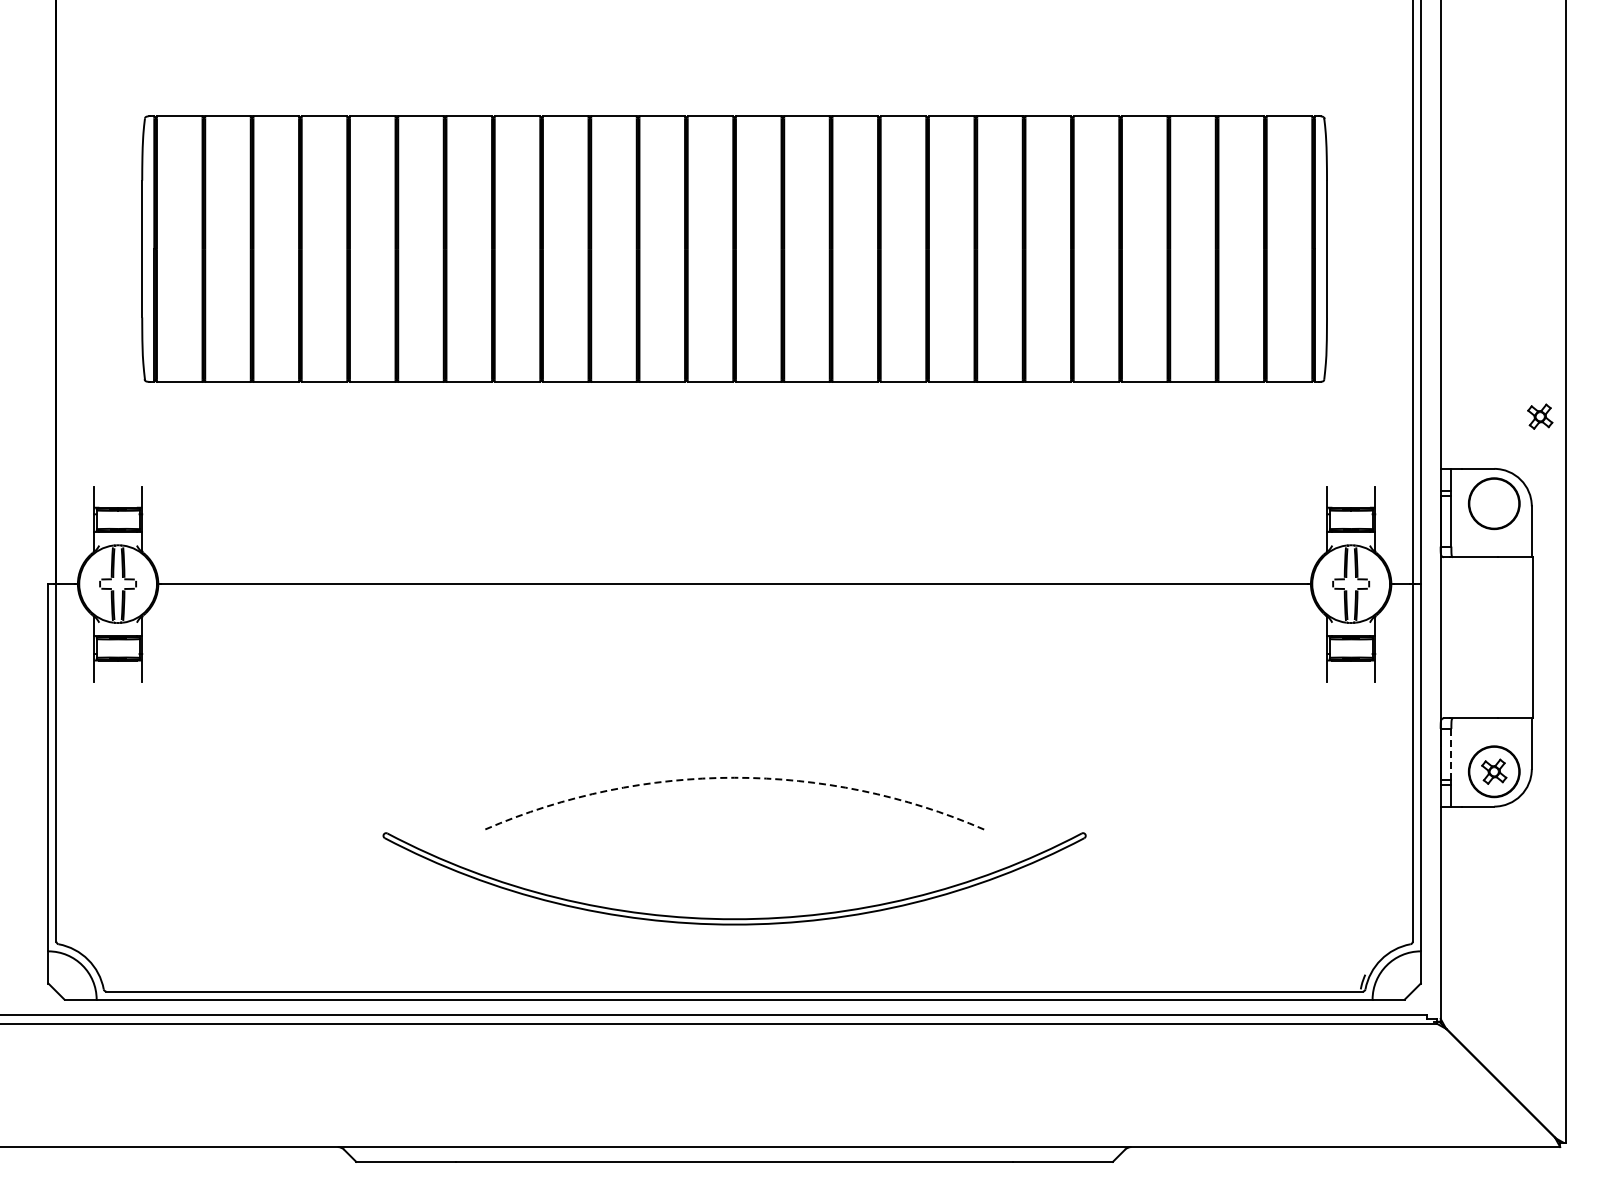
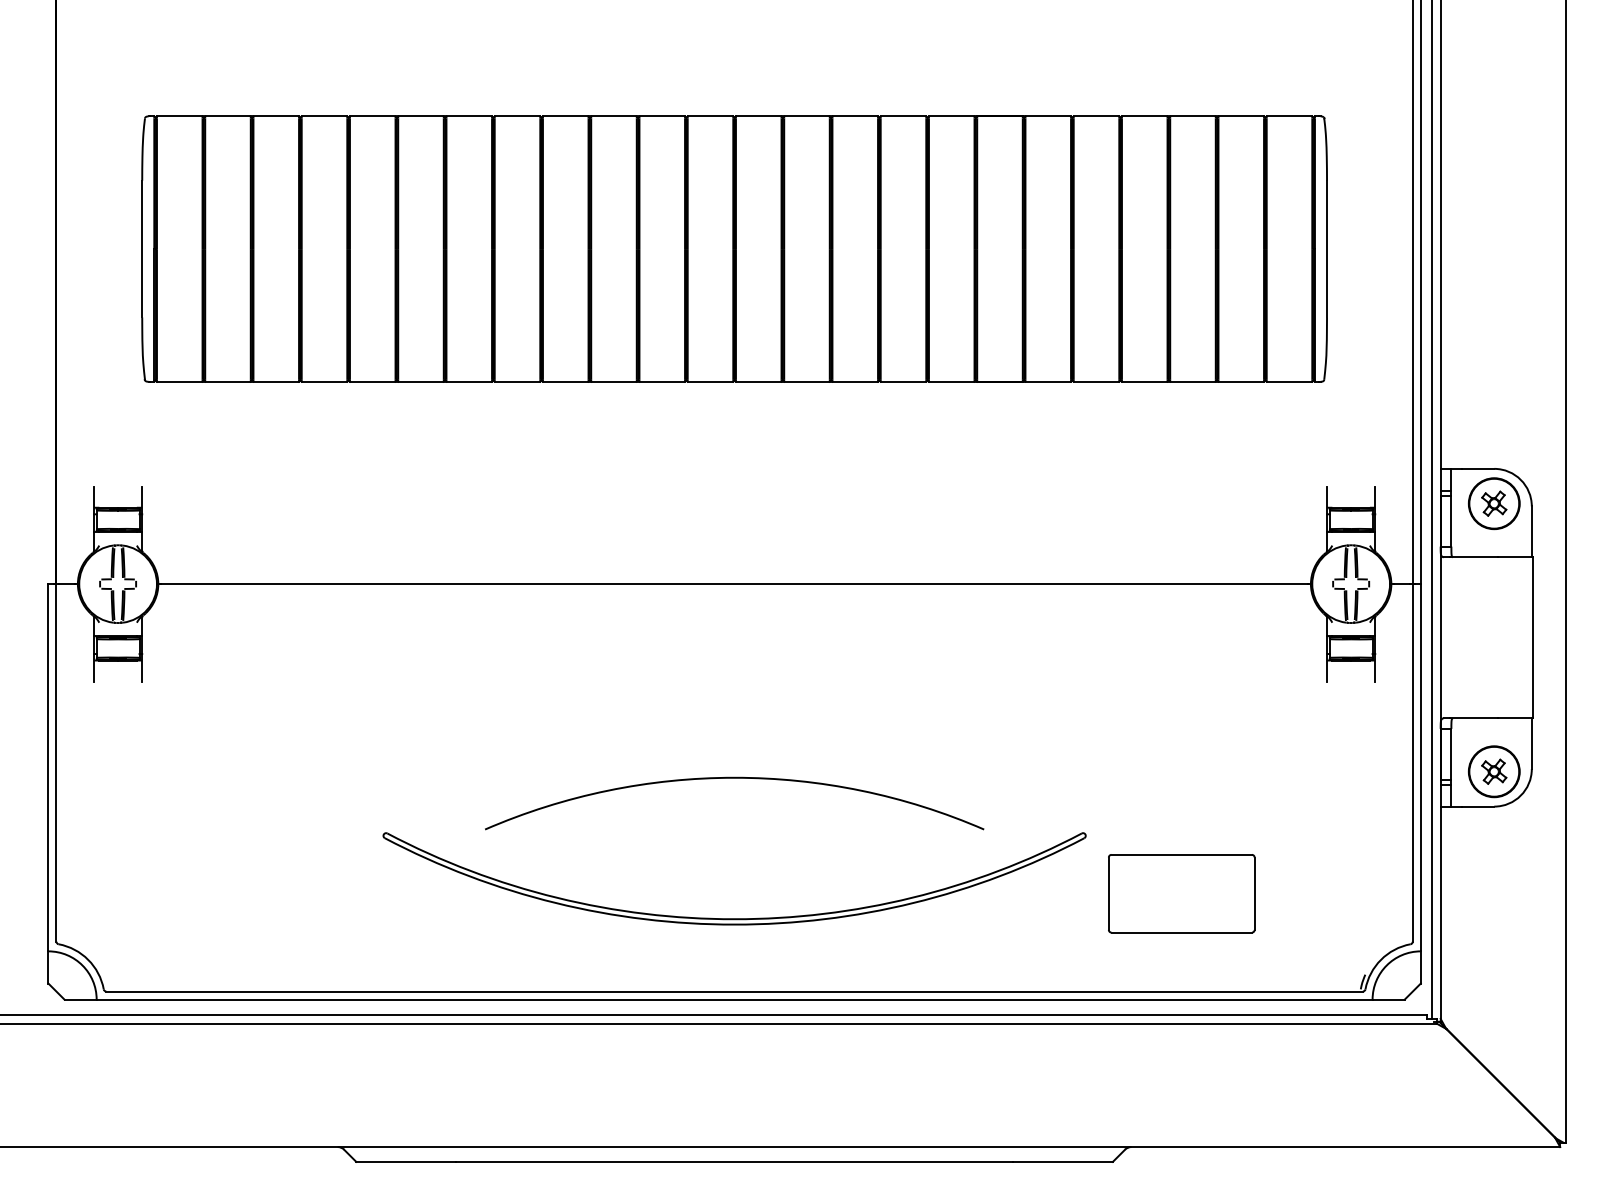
part at (1540, 416) position: (1540, 416) -> (1494, 503)
line at (1431, 510): none -> present
line at (1451, 754): dashed -> solid
arc at (734, 777): dashed -> solid
part at (1181, 893): none -> present
